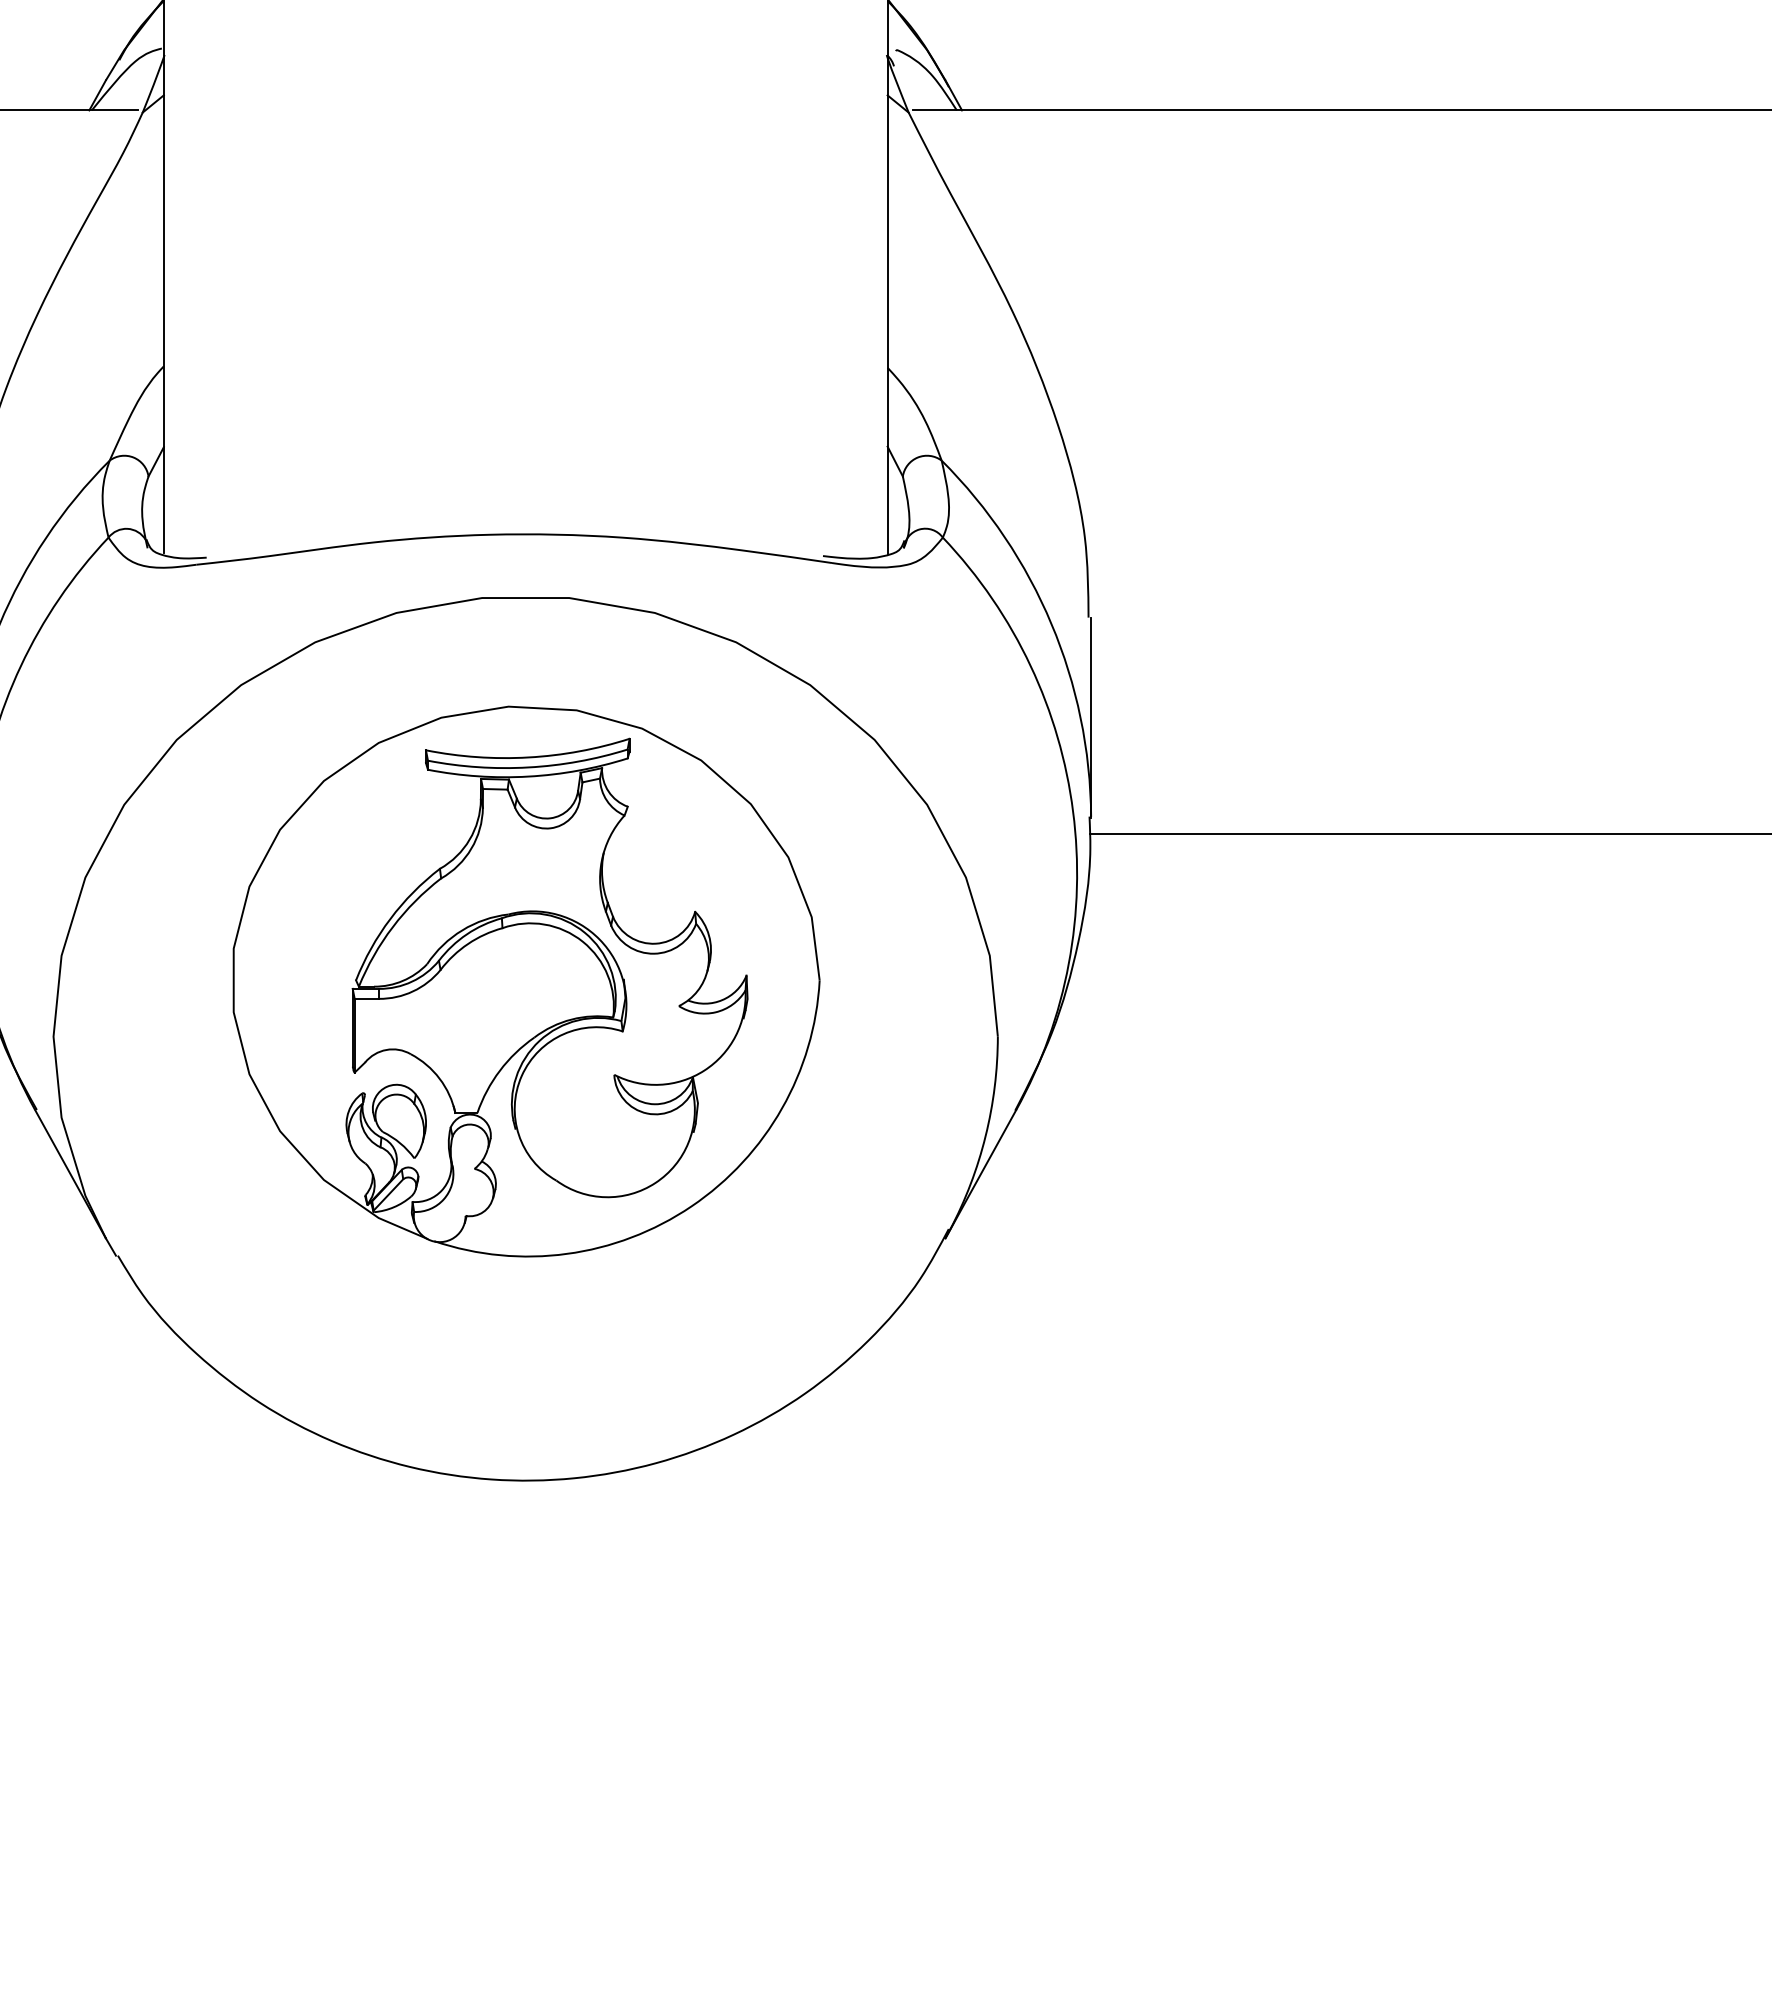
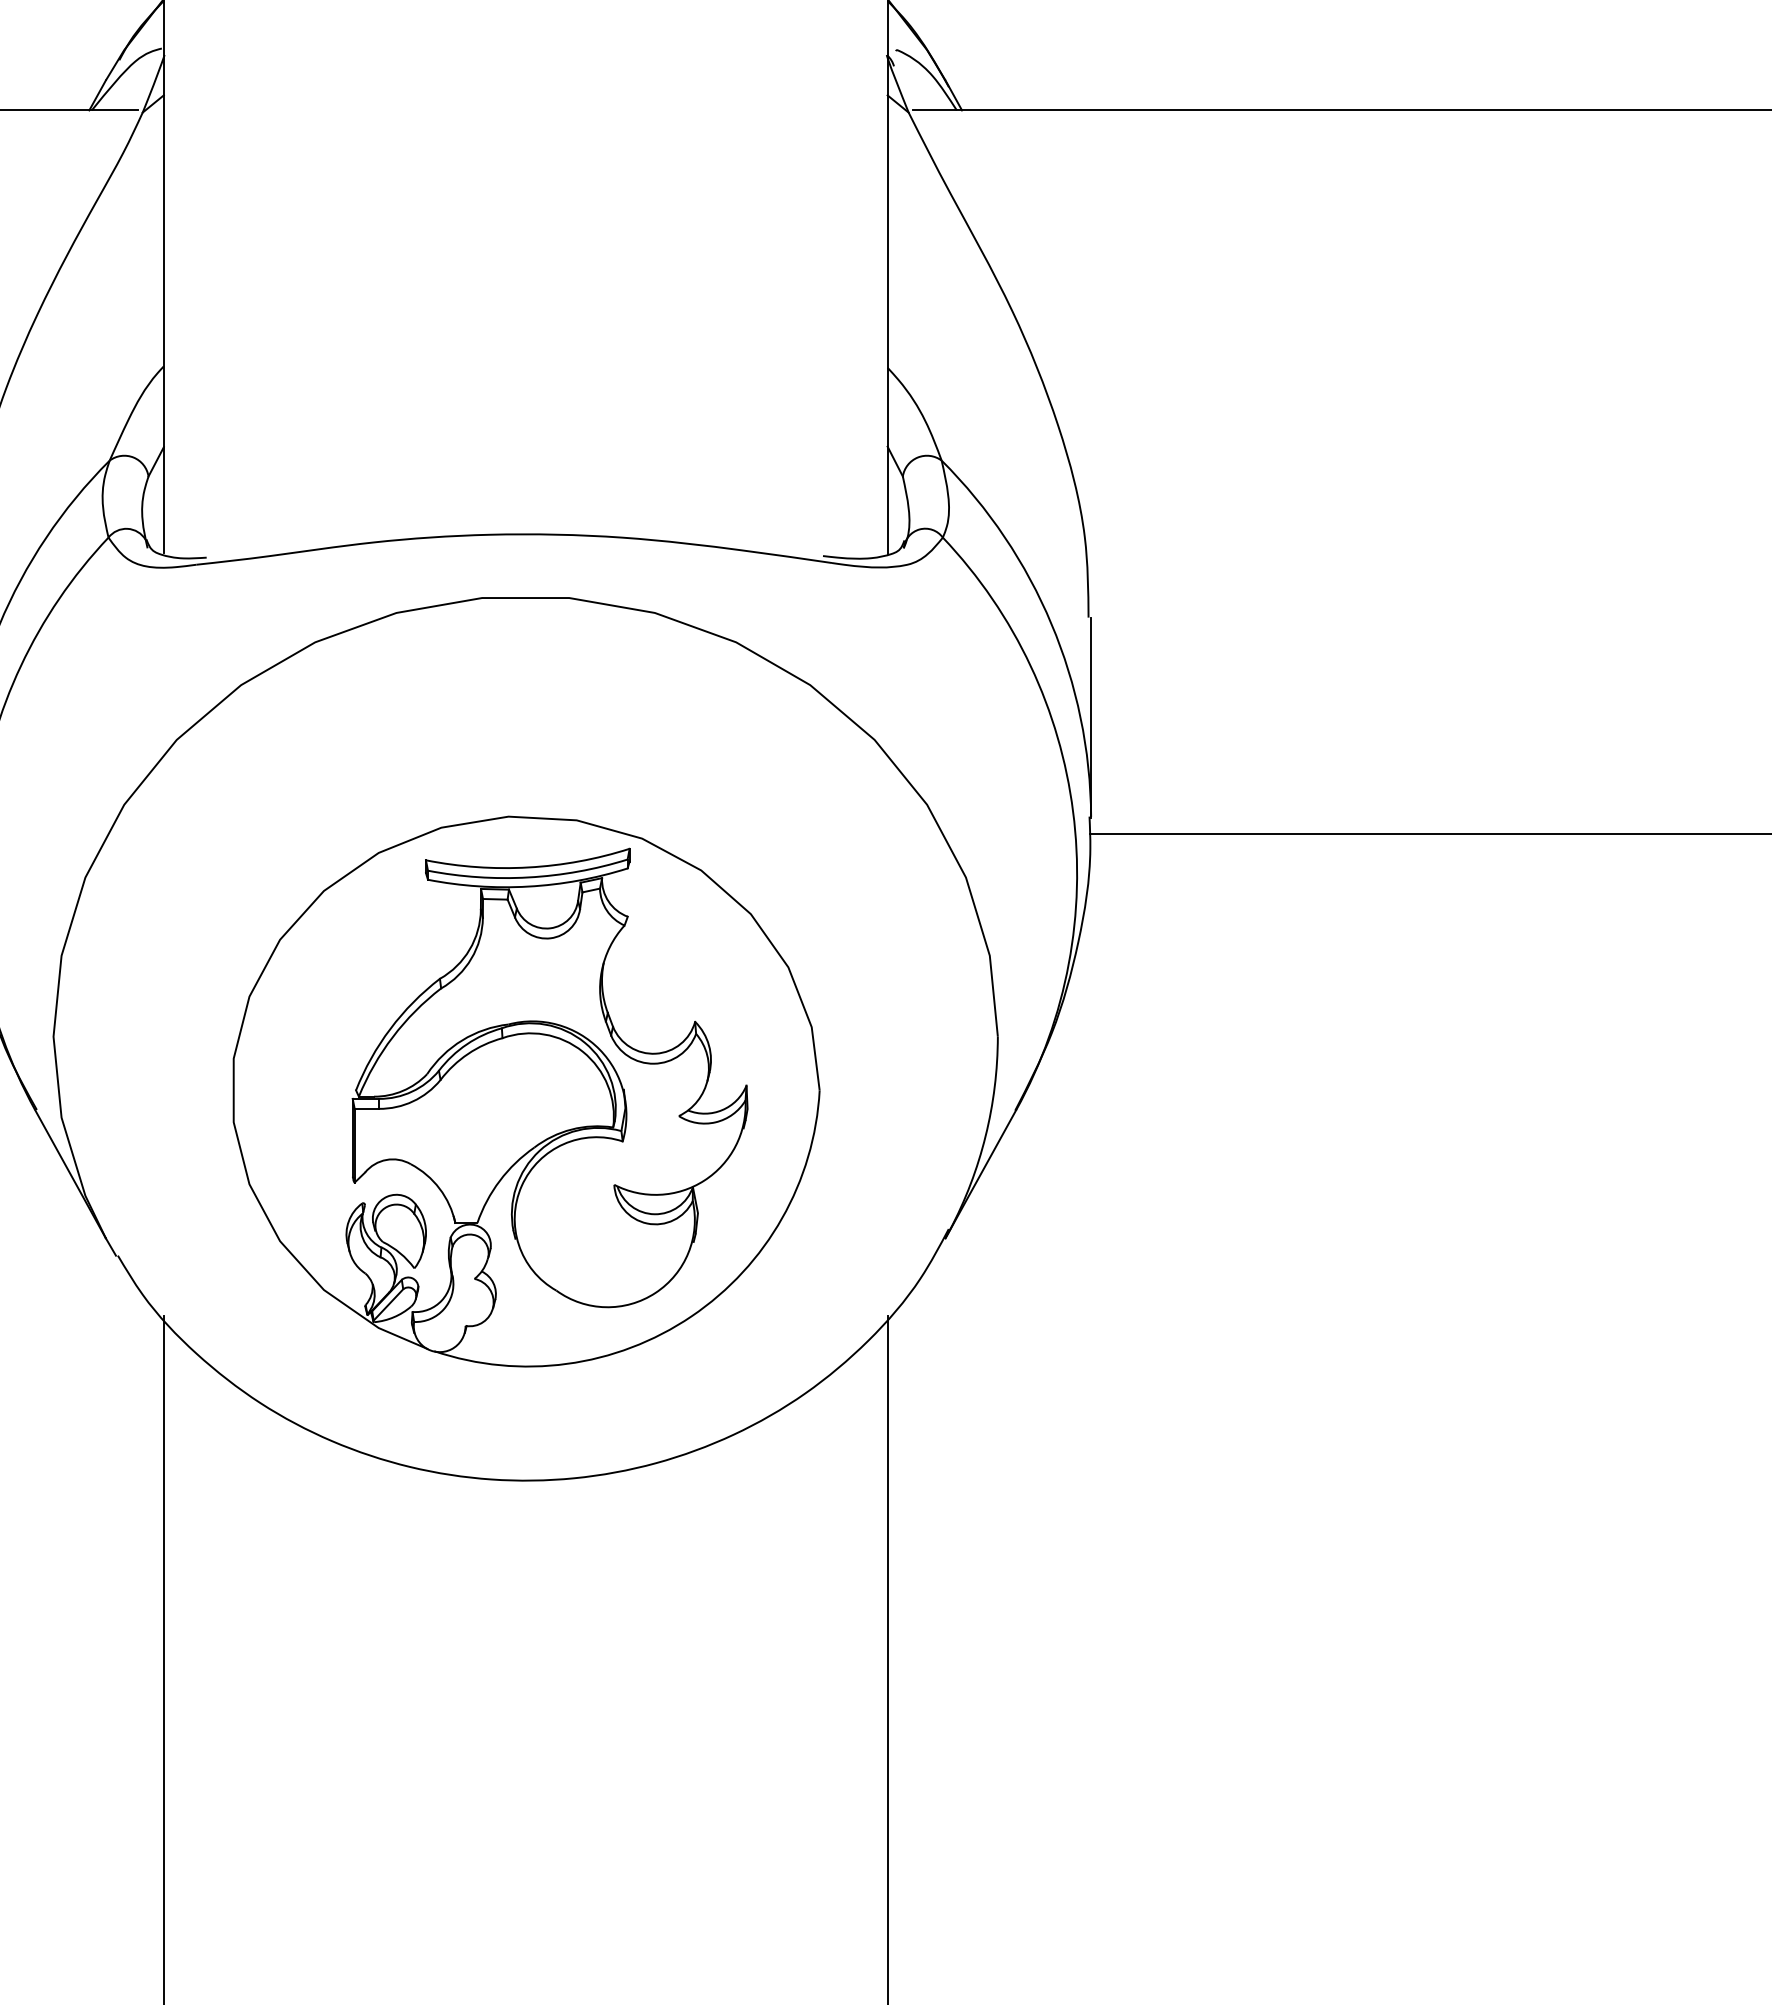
part at (526, 981) position: (526, 981) -> (526, 1091)
line at (163, 1658): none -> present
line at (887, 1658): none -> present
